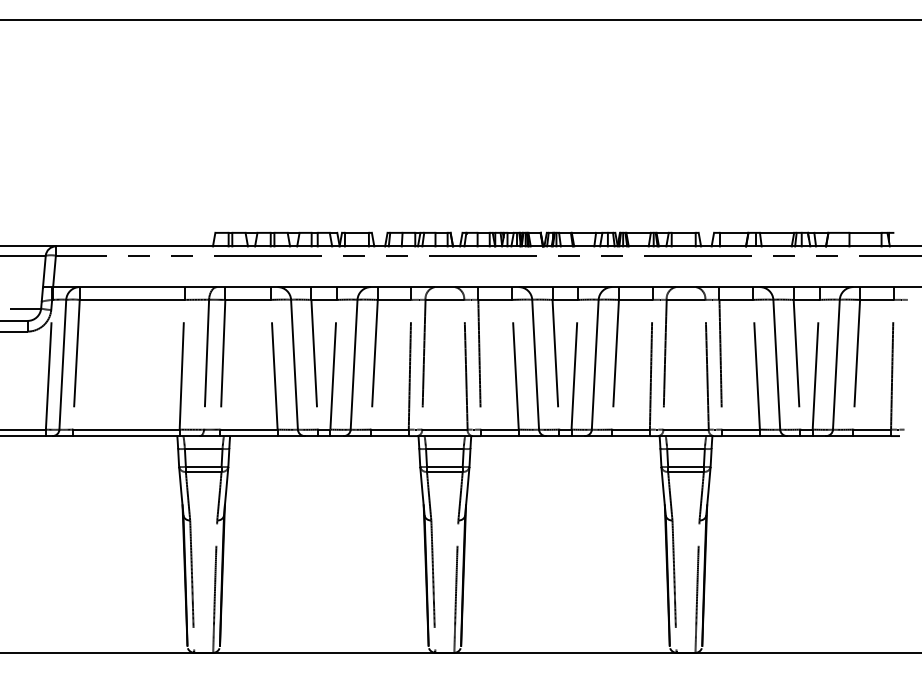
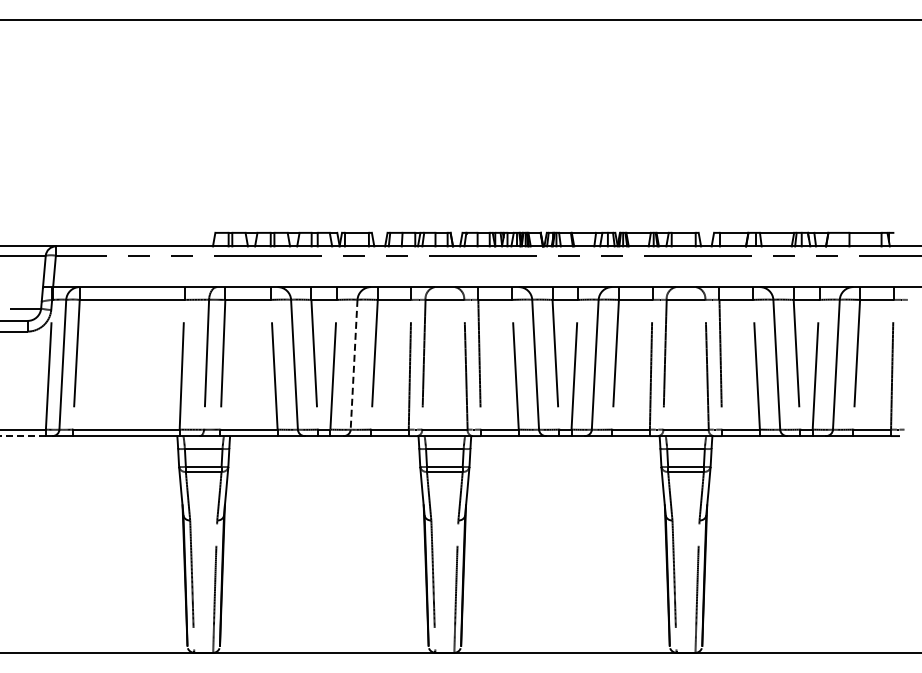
line at (354, 364): solid -> dashed
line at (23, 436): solid -> dashed
